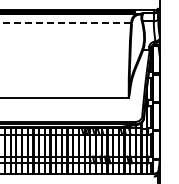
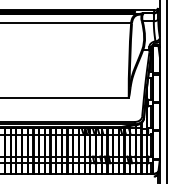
line at (65, 23): dashed -> solid
line at (167, 91): none -> present
